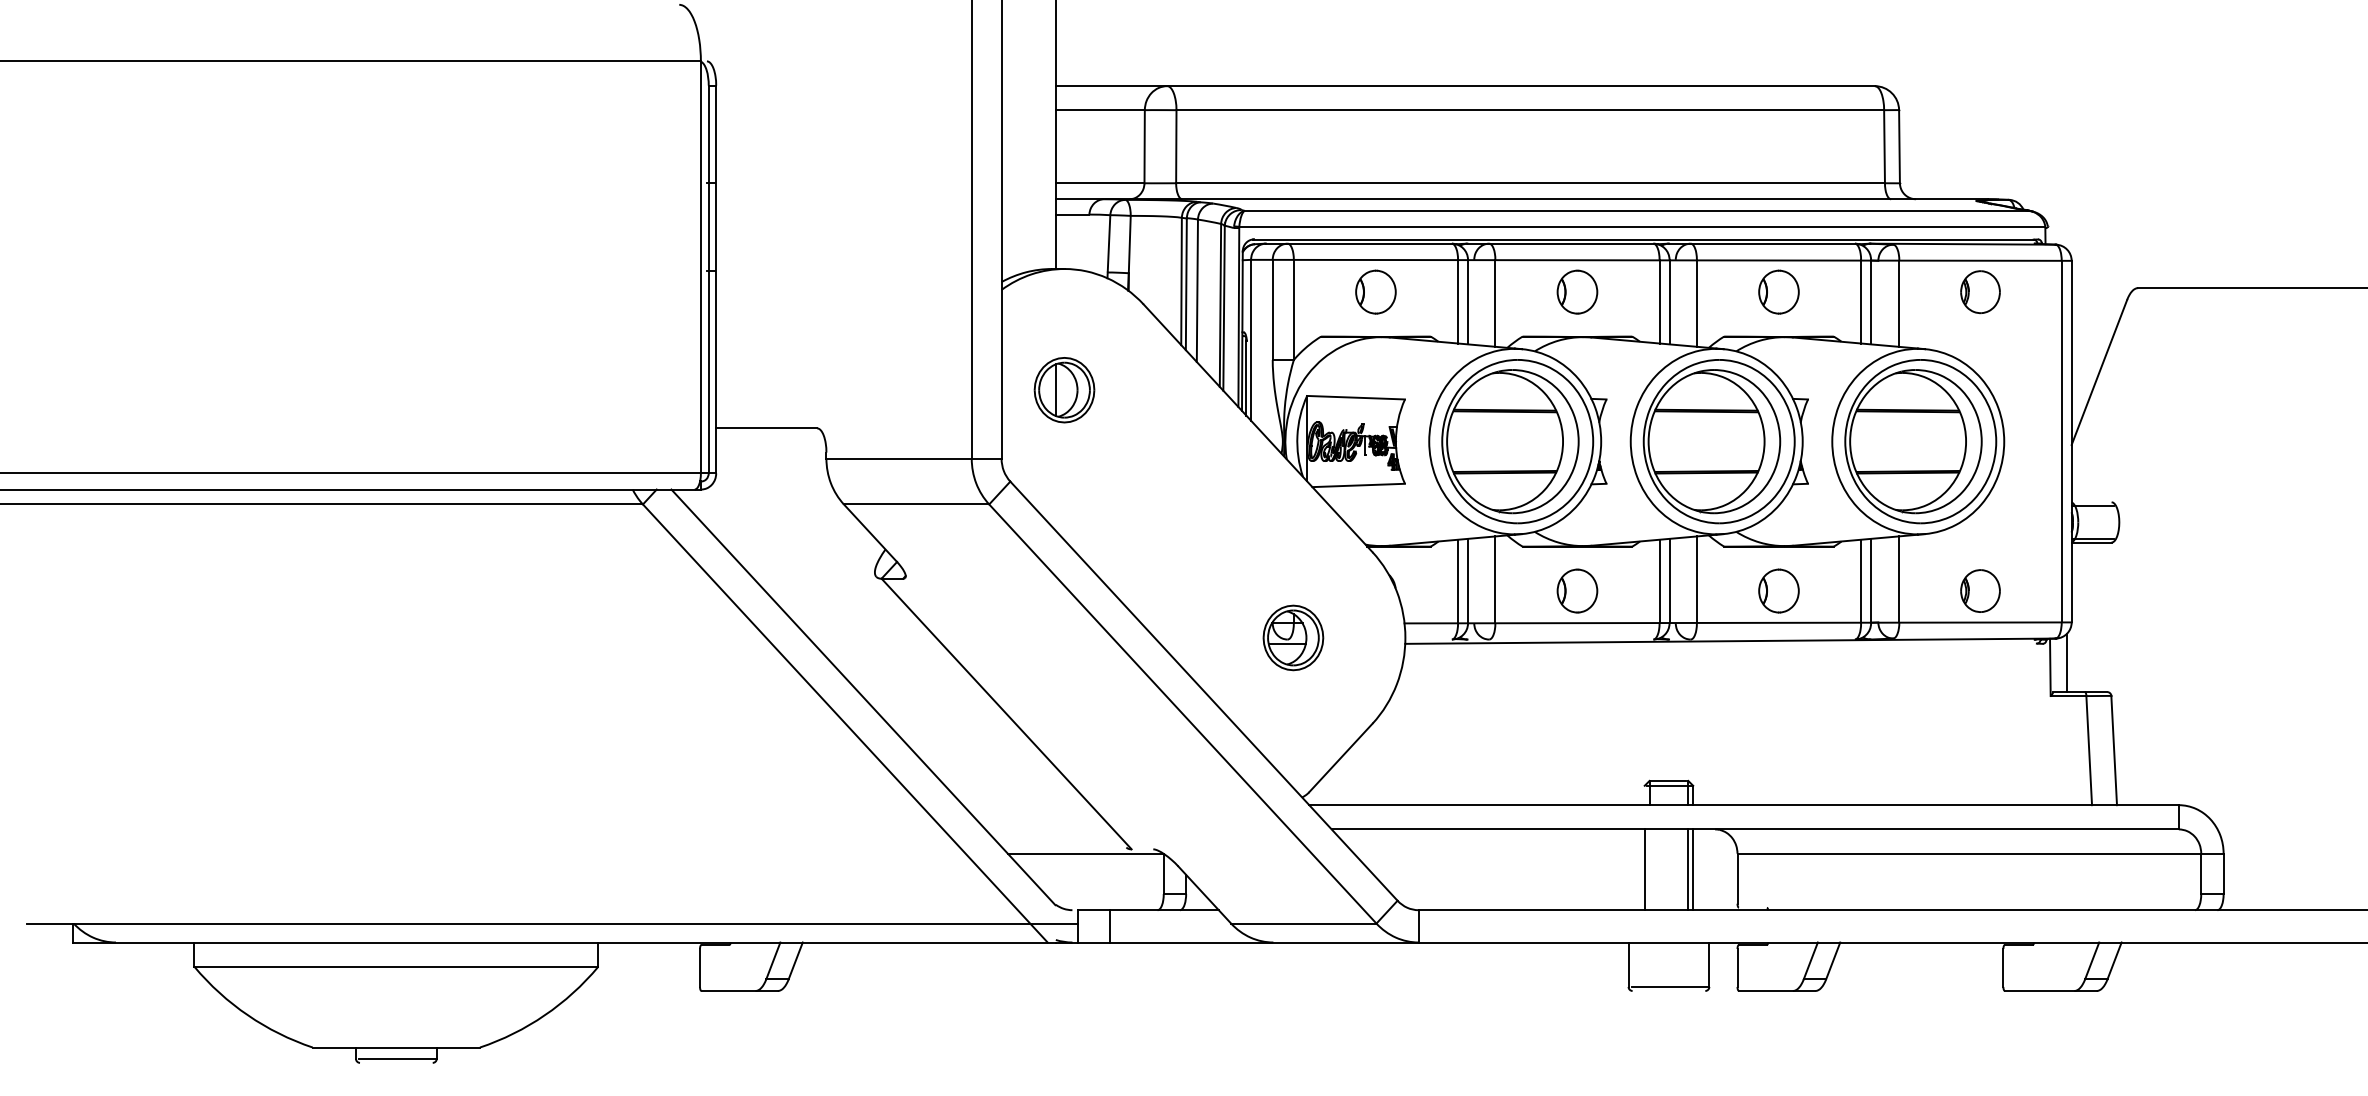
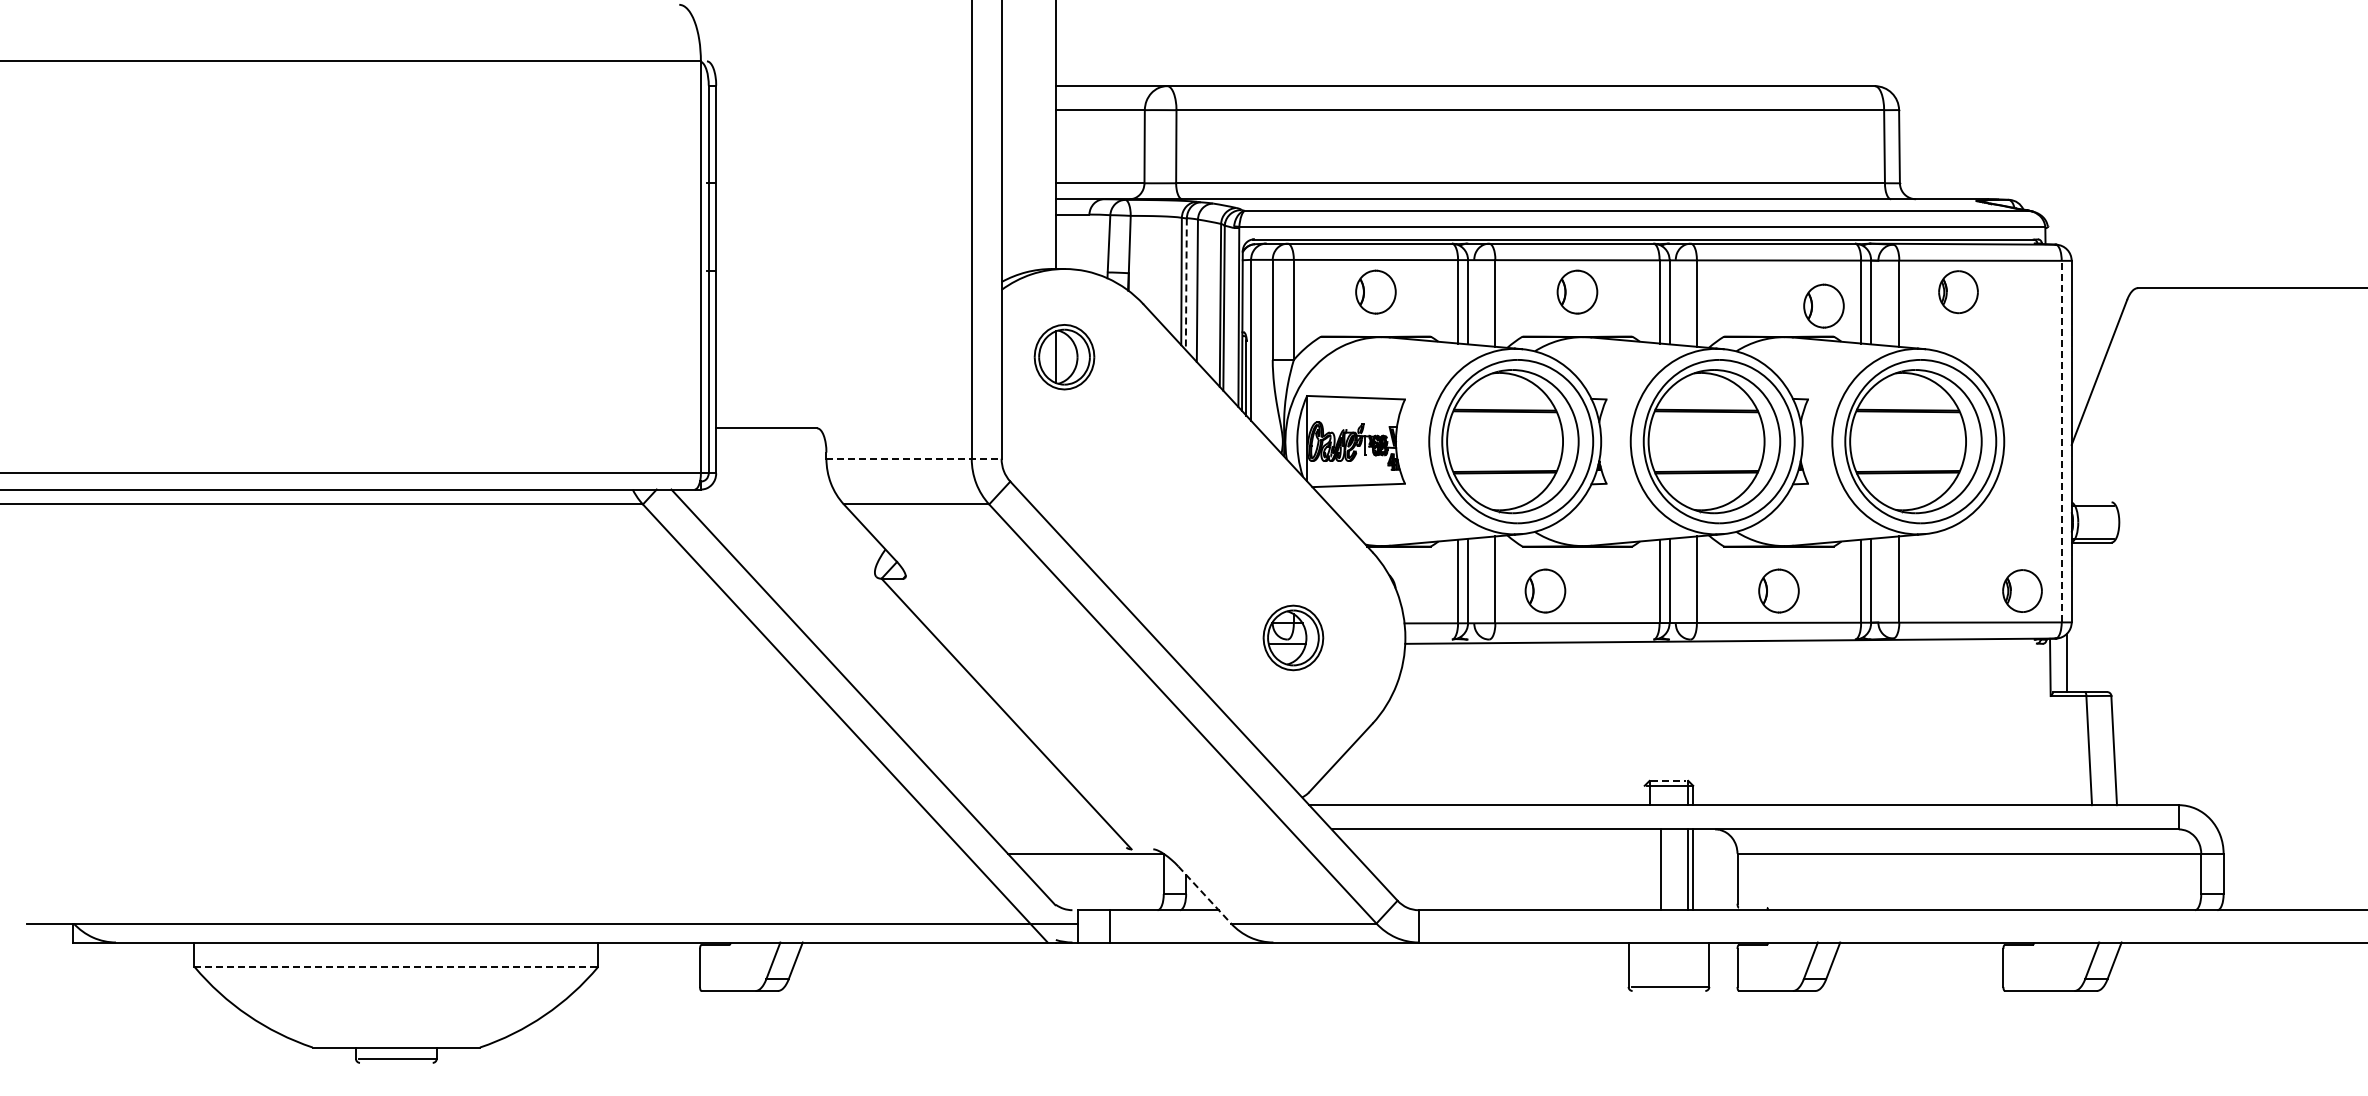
line at (1186, 284): solid -> dashed
part at (1778, 291) position: (1778, 291) -> (1823, 305)
part at (1980, 292) position: (1980, 292) -> (1958, 292)
part at (1064, 390) position: (1064, 390) -> (1064, 357)
line at (2061, 441): solid -> dashed
line at (914, 458): solid -> dashed
part at (1577, 590) position: (1577, 590) -> (1545, 590)
part at (1980, 590) position: (1980, 590) -> (2022, 590)
line at (1668, 780): solid -> dashed
line at (1644, 869) position: (1644, 869) -> (1660, 869)
line at (1204, 895): solid -> dashed
line at (396, 966): solid -> dashed
